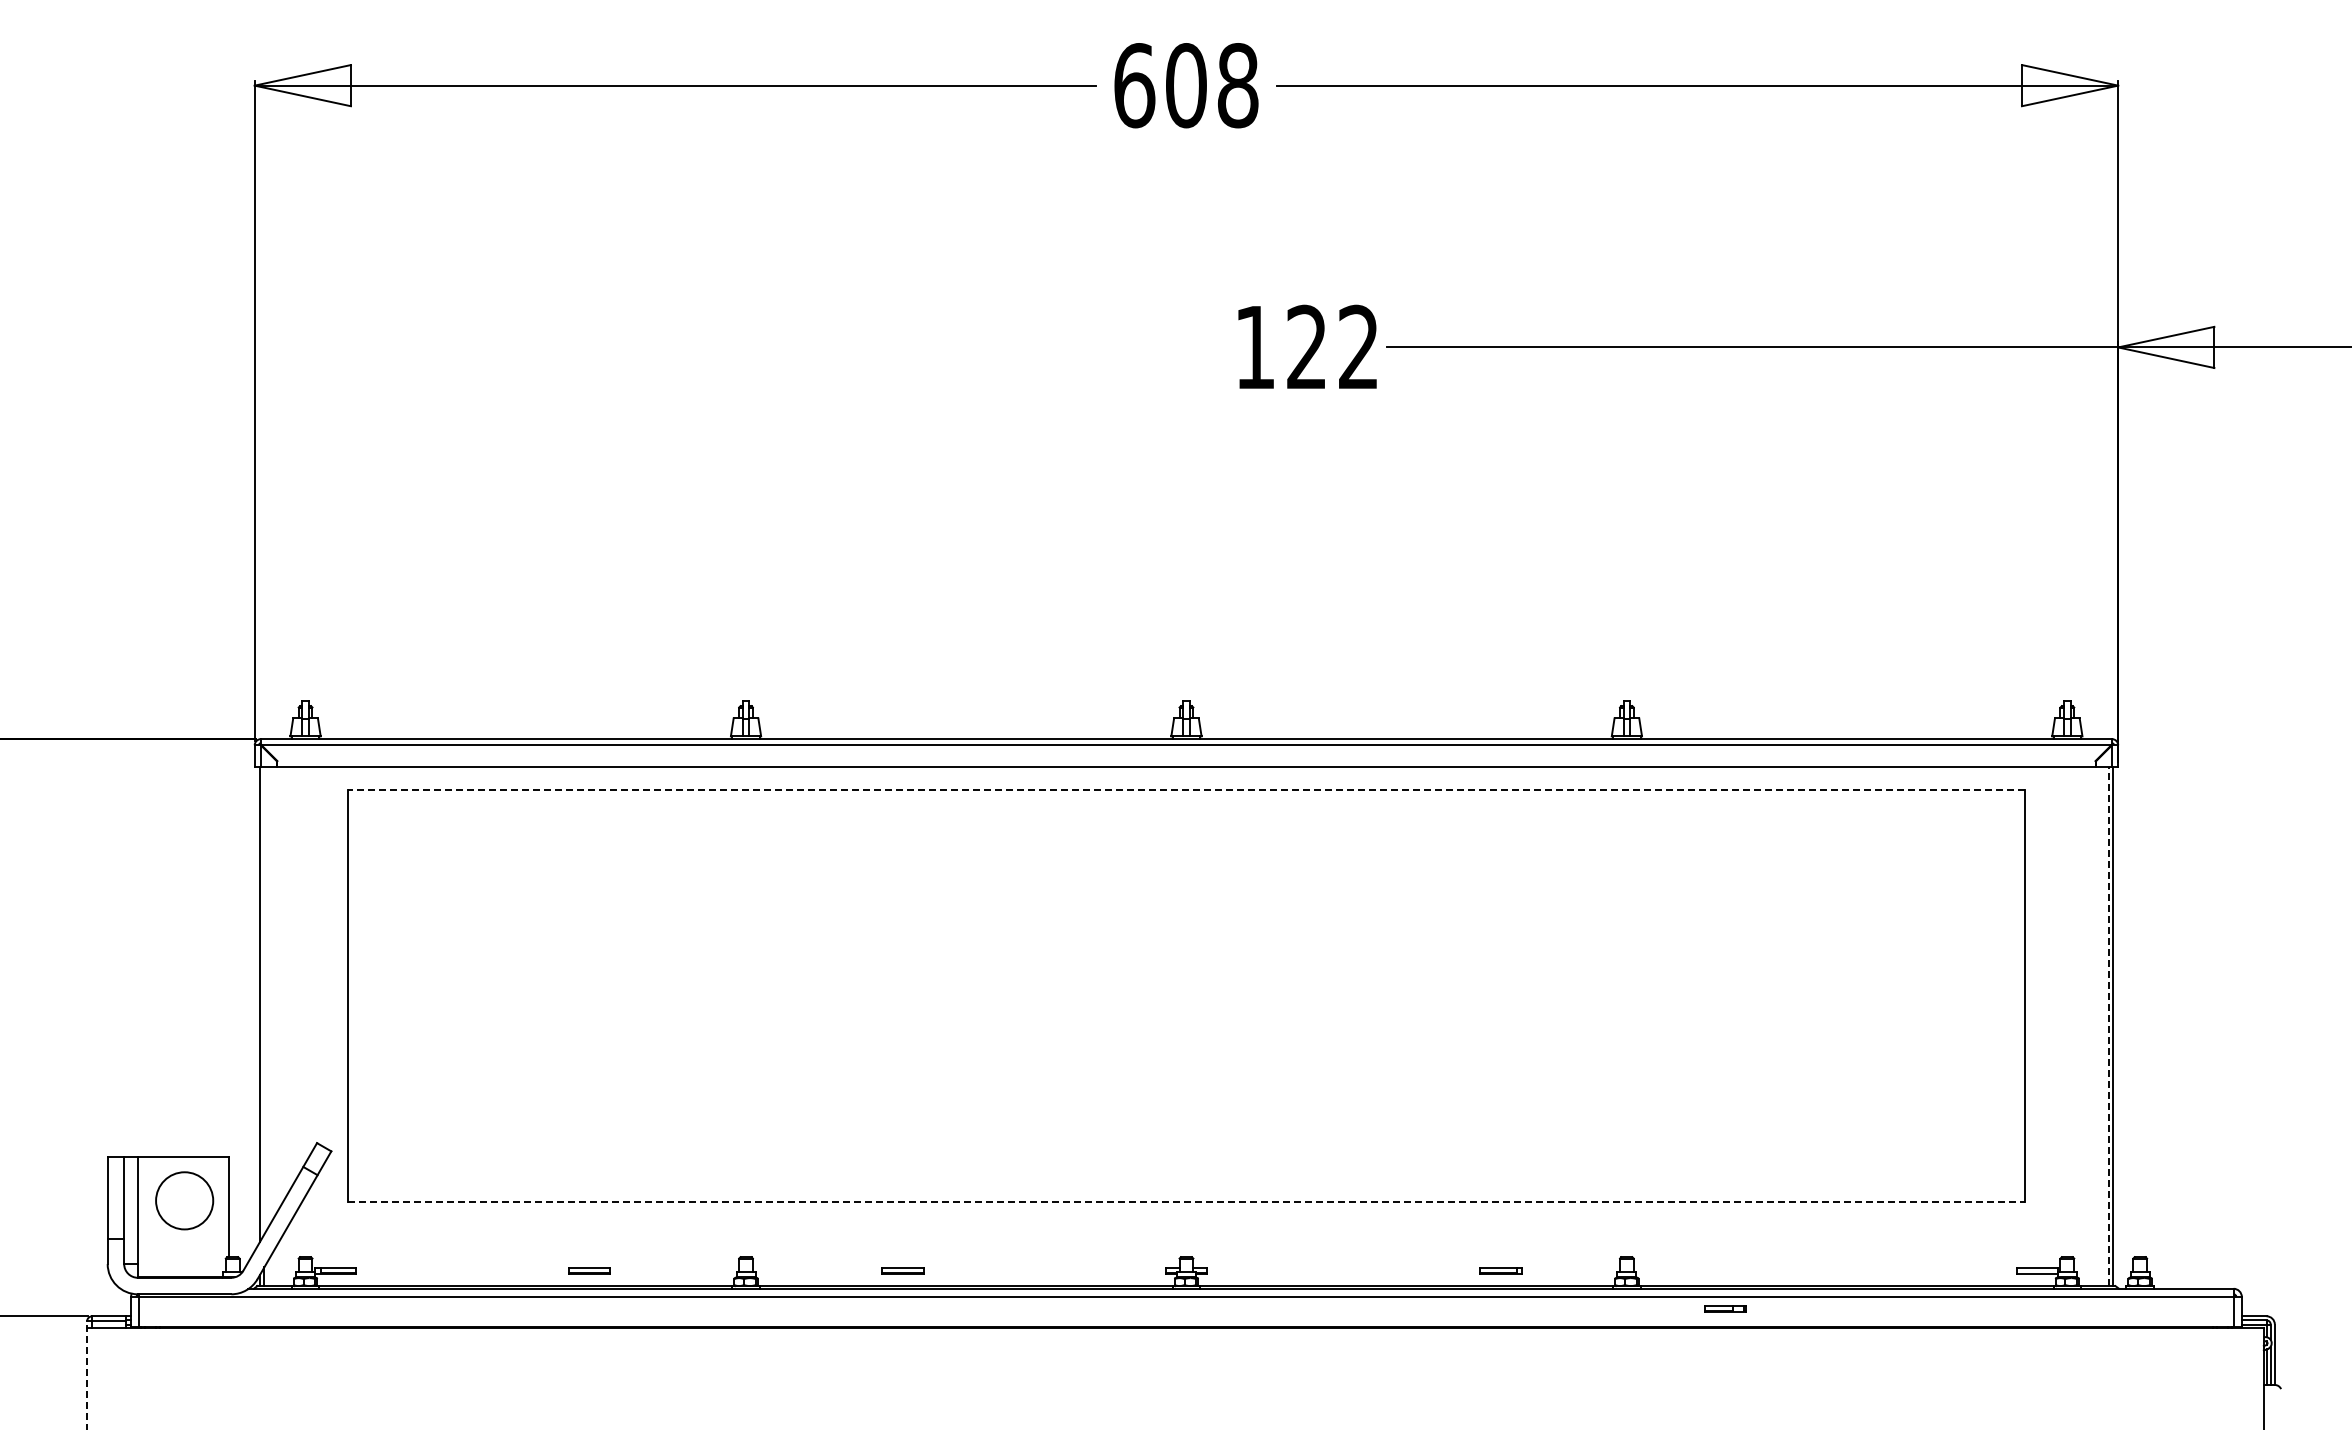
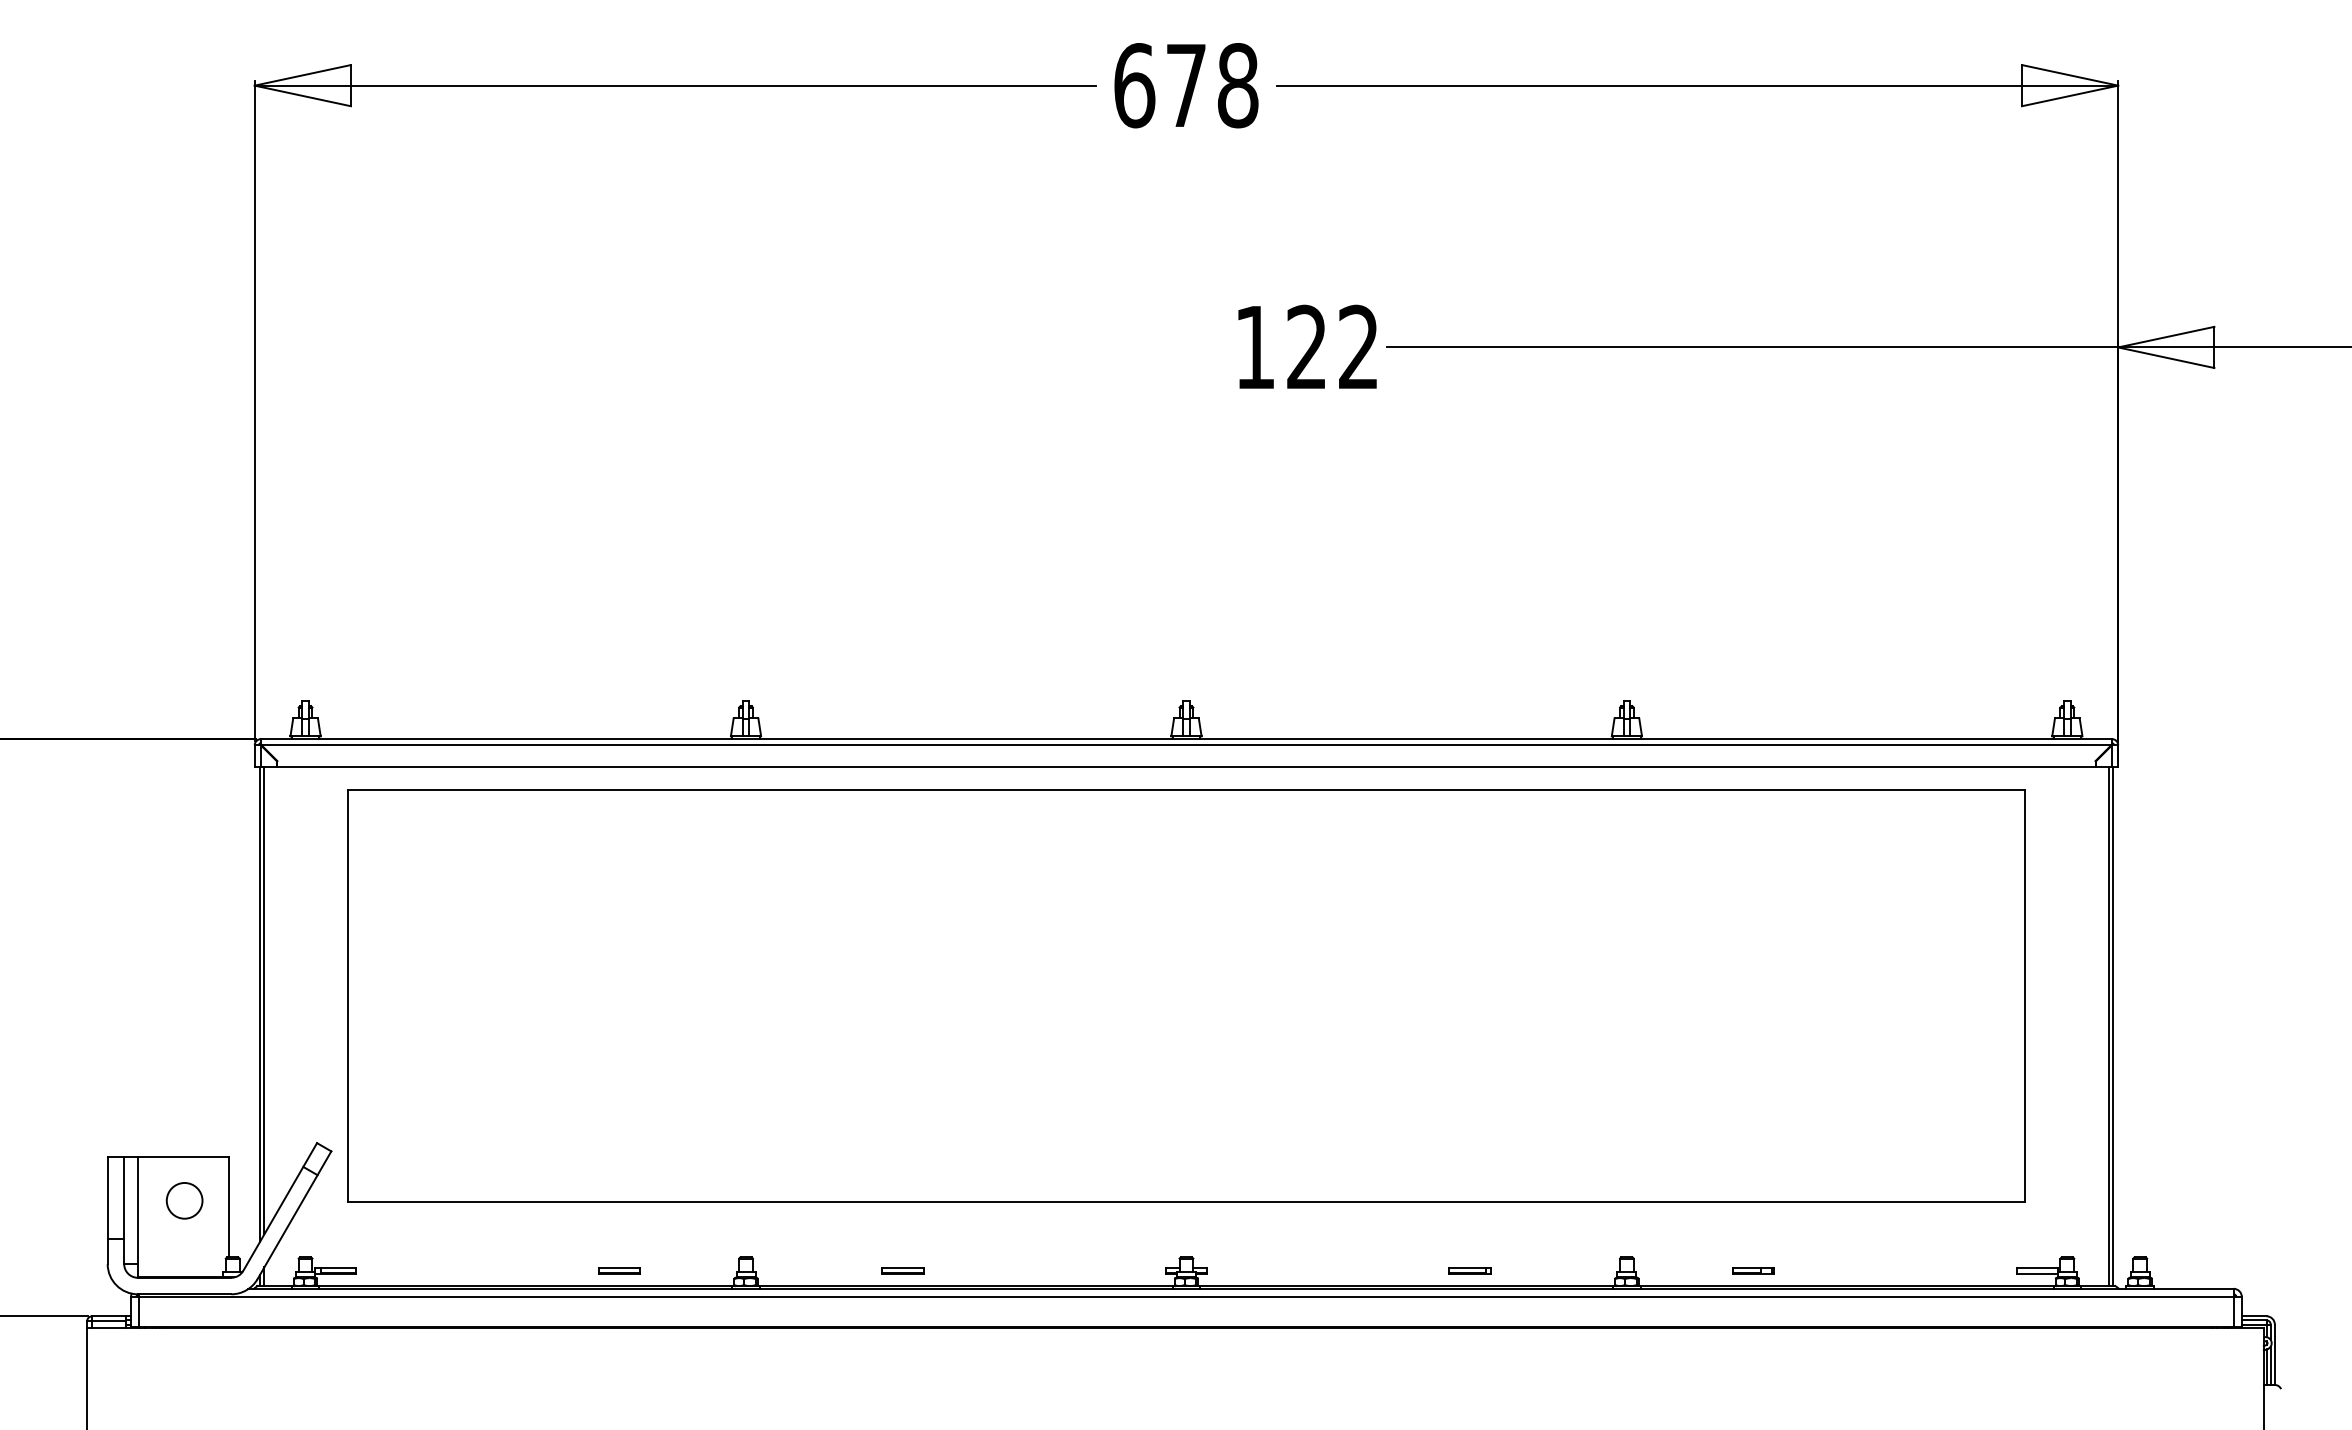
text at (1186, 85): 608 -> 678
line at (1185, 789): dashed -> solid
line at (264, 1000): none -> present
line at (2108, 1026): dashed -> solid
circle at (184, 1200) diameter: 57 px -> 36 px
line at (1186, 1202): dashed -> solid
part at (589, 1270) position: (589, 1270) -> (619, 1270)
part at (1500, 1270) position: (1500, 1270) -> (1469, 1270)
part at (1725, 1308) position: (1725, 1308) -> (1753, 1270)
line at (87, 1375): dashed -> solid
